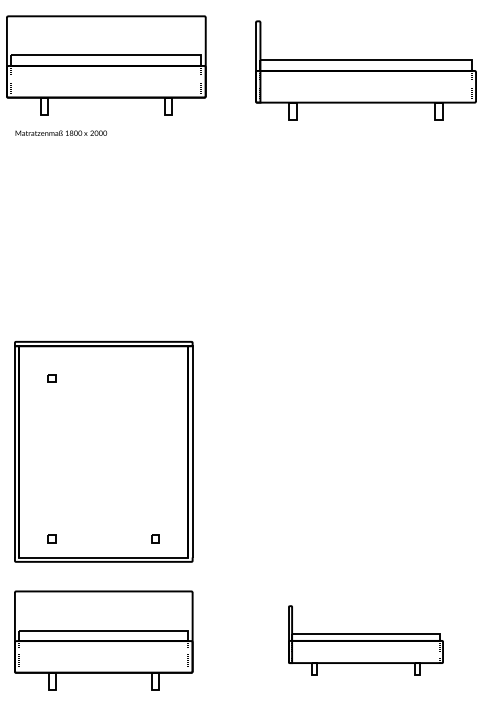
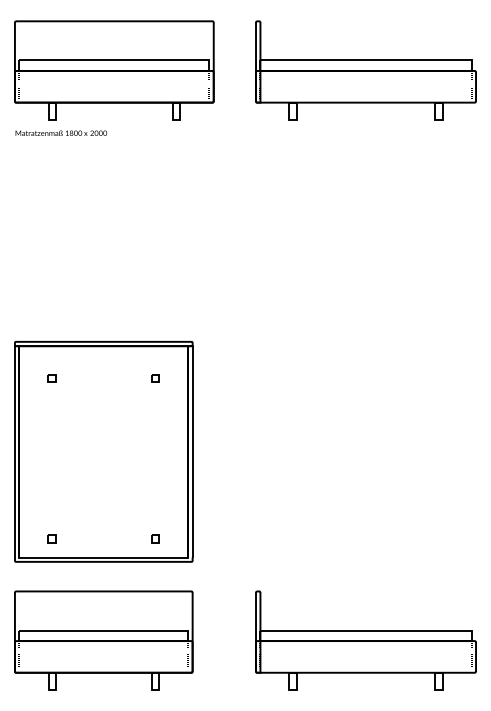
part at (106, 65) position: (106, 65) -> (114, 70)
part at (155, 378): none -> present
part at (365, 640) size: 156x71 px -> 222x101 px
